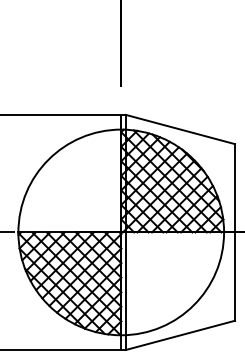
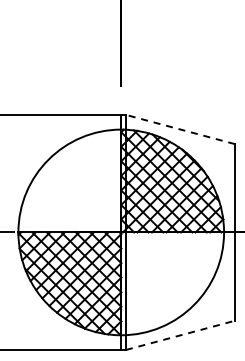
line at (180, 129): solid -> dashed
line at (180, 335): solid -> dashed
